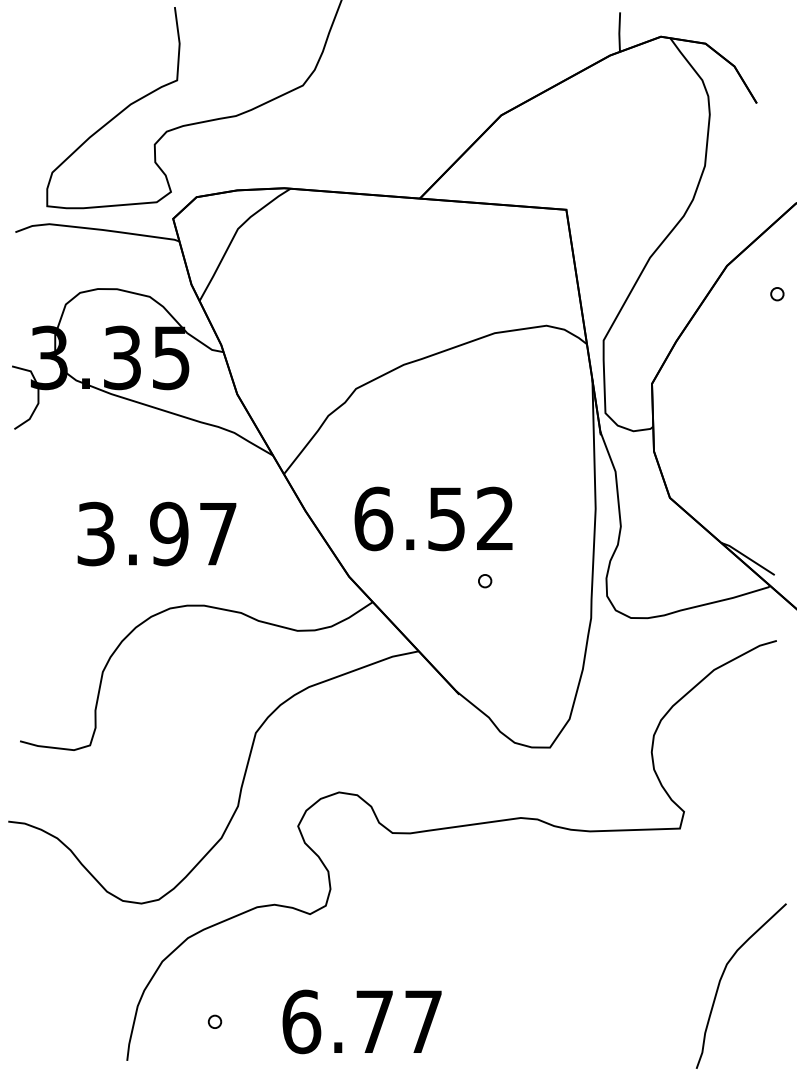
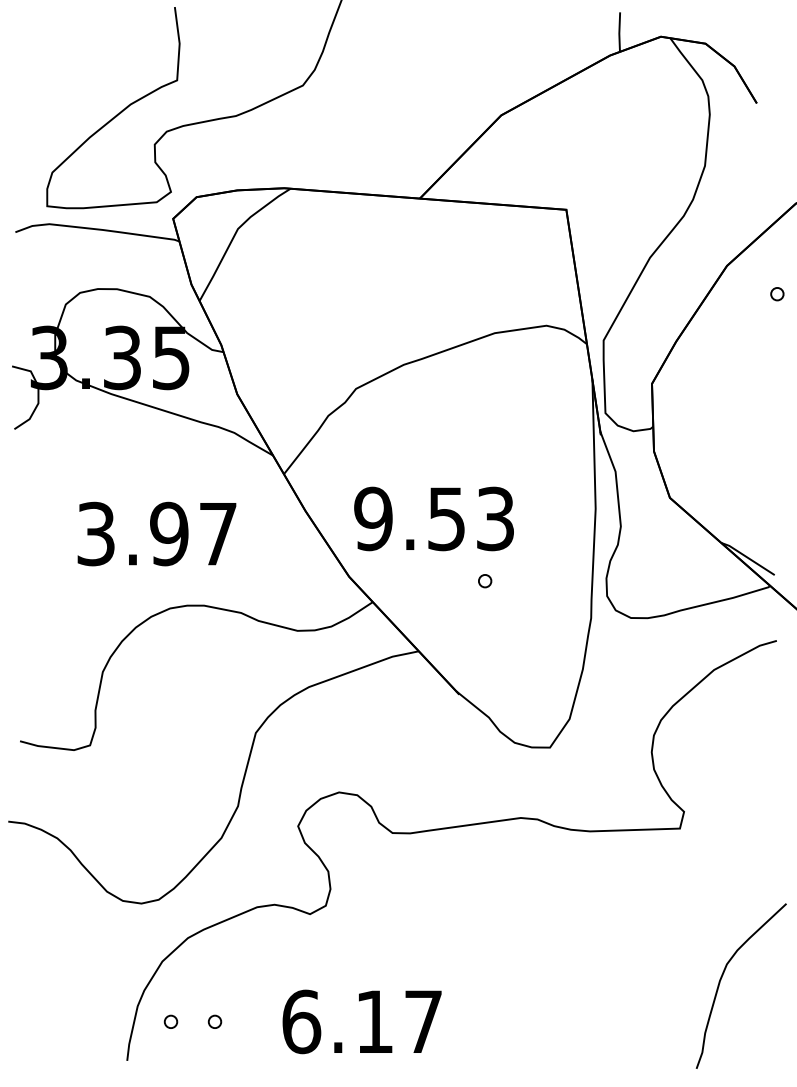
text at (433, 518): 6.52 -> 9.53
part at (170, 1021): none -> present
text at (374, 1021): 6.77 -> 6.17
